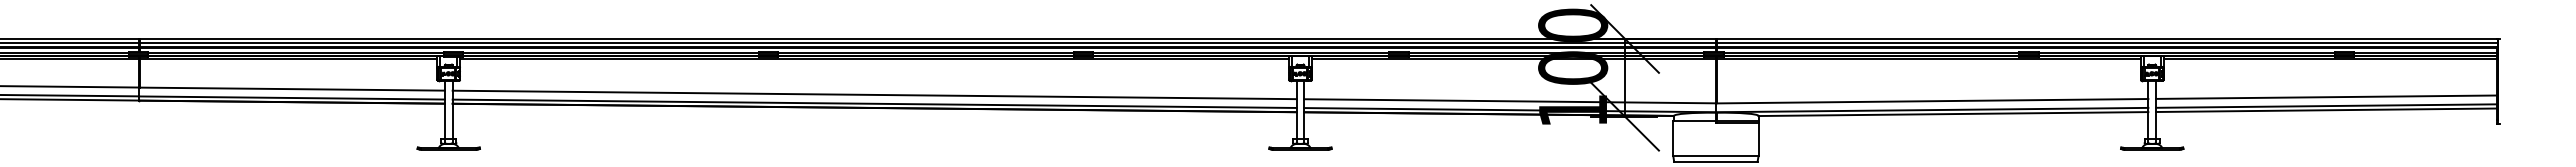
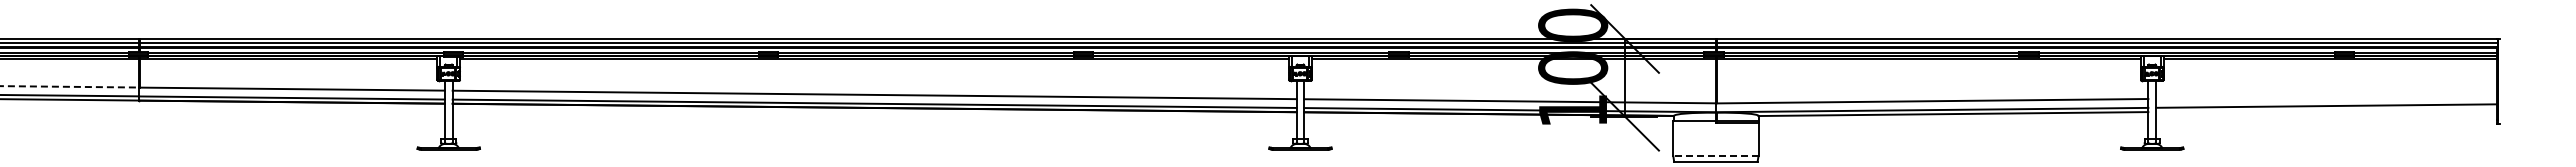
line at (70, 86): solid -> dashed
line at (2326, 96): present -> none
line at (2326, 110): present -> none
line at (1715, 156): solid -> dashed
